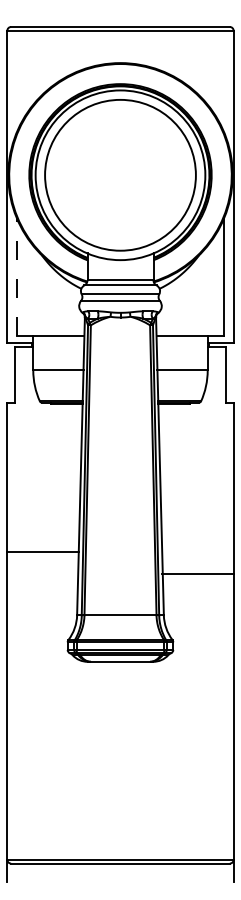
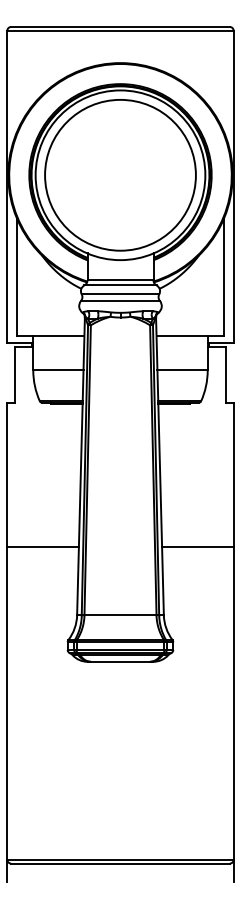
line at (16, 275): dashed -> solid
line at (42, 551) position: (42, 551) -> (42, 546)
line at (197, 573) position: (197, 573) -> (197, 546)
